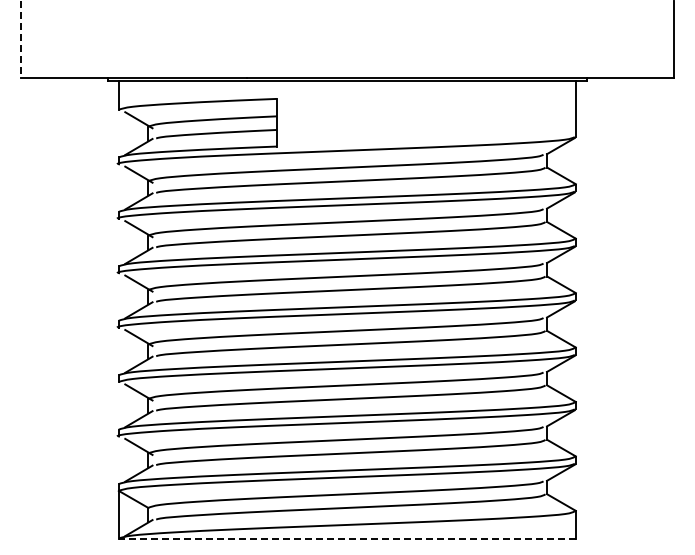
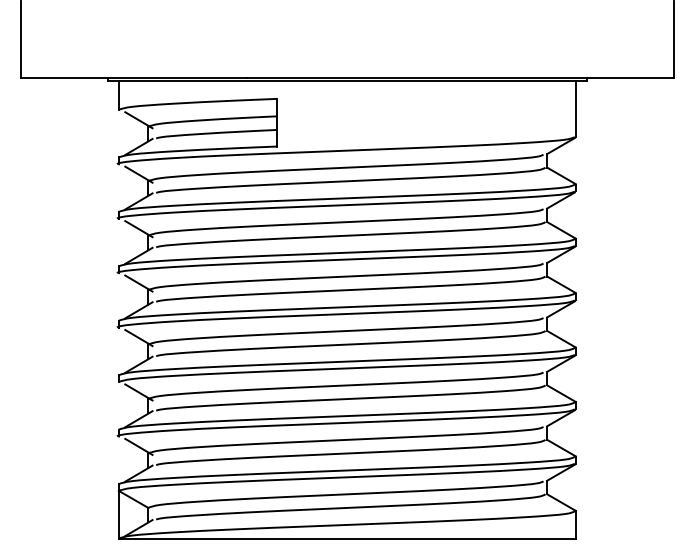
line at (20, 40): dashed -> solid
line at (347, 538): dashed -> solid
